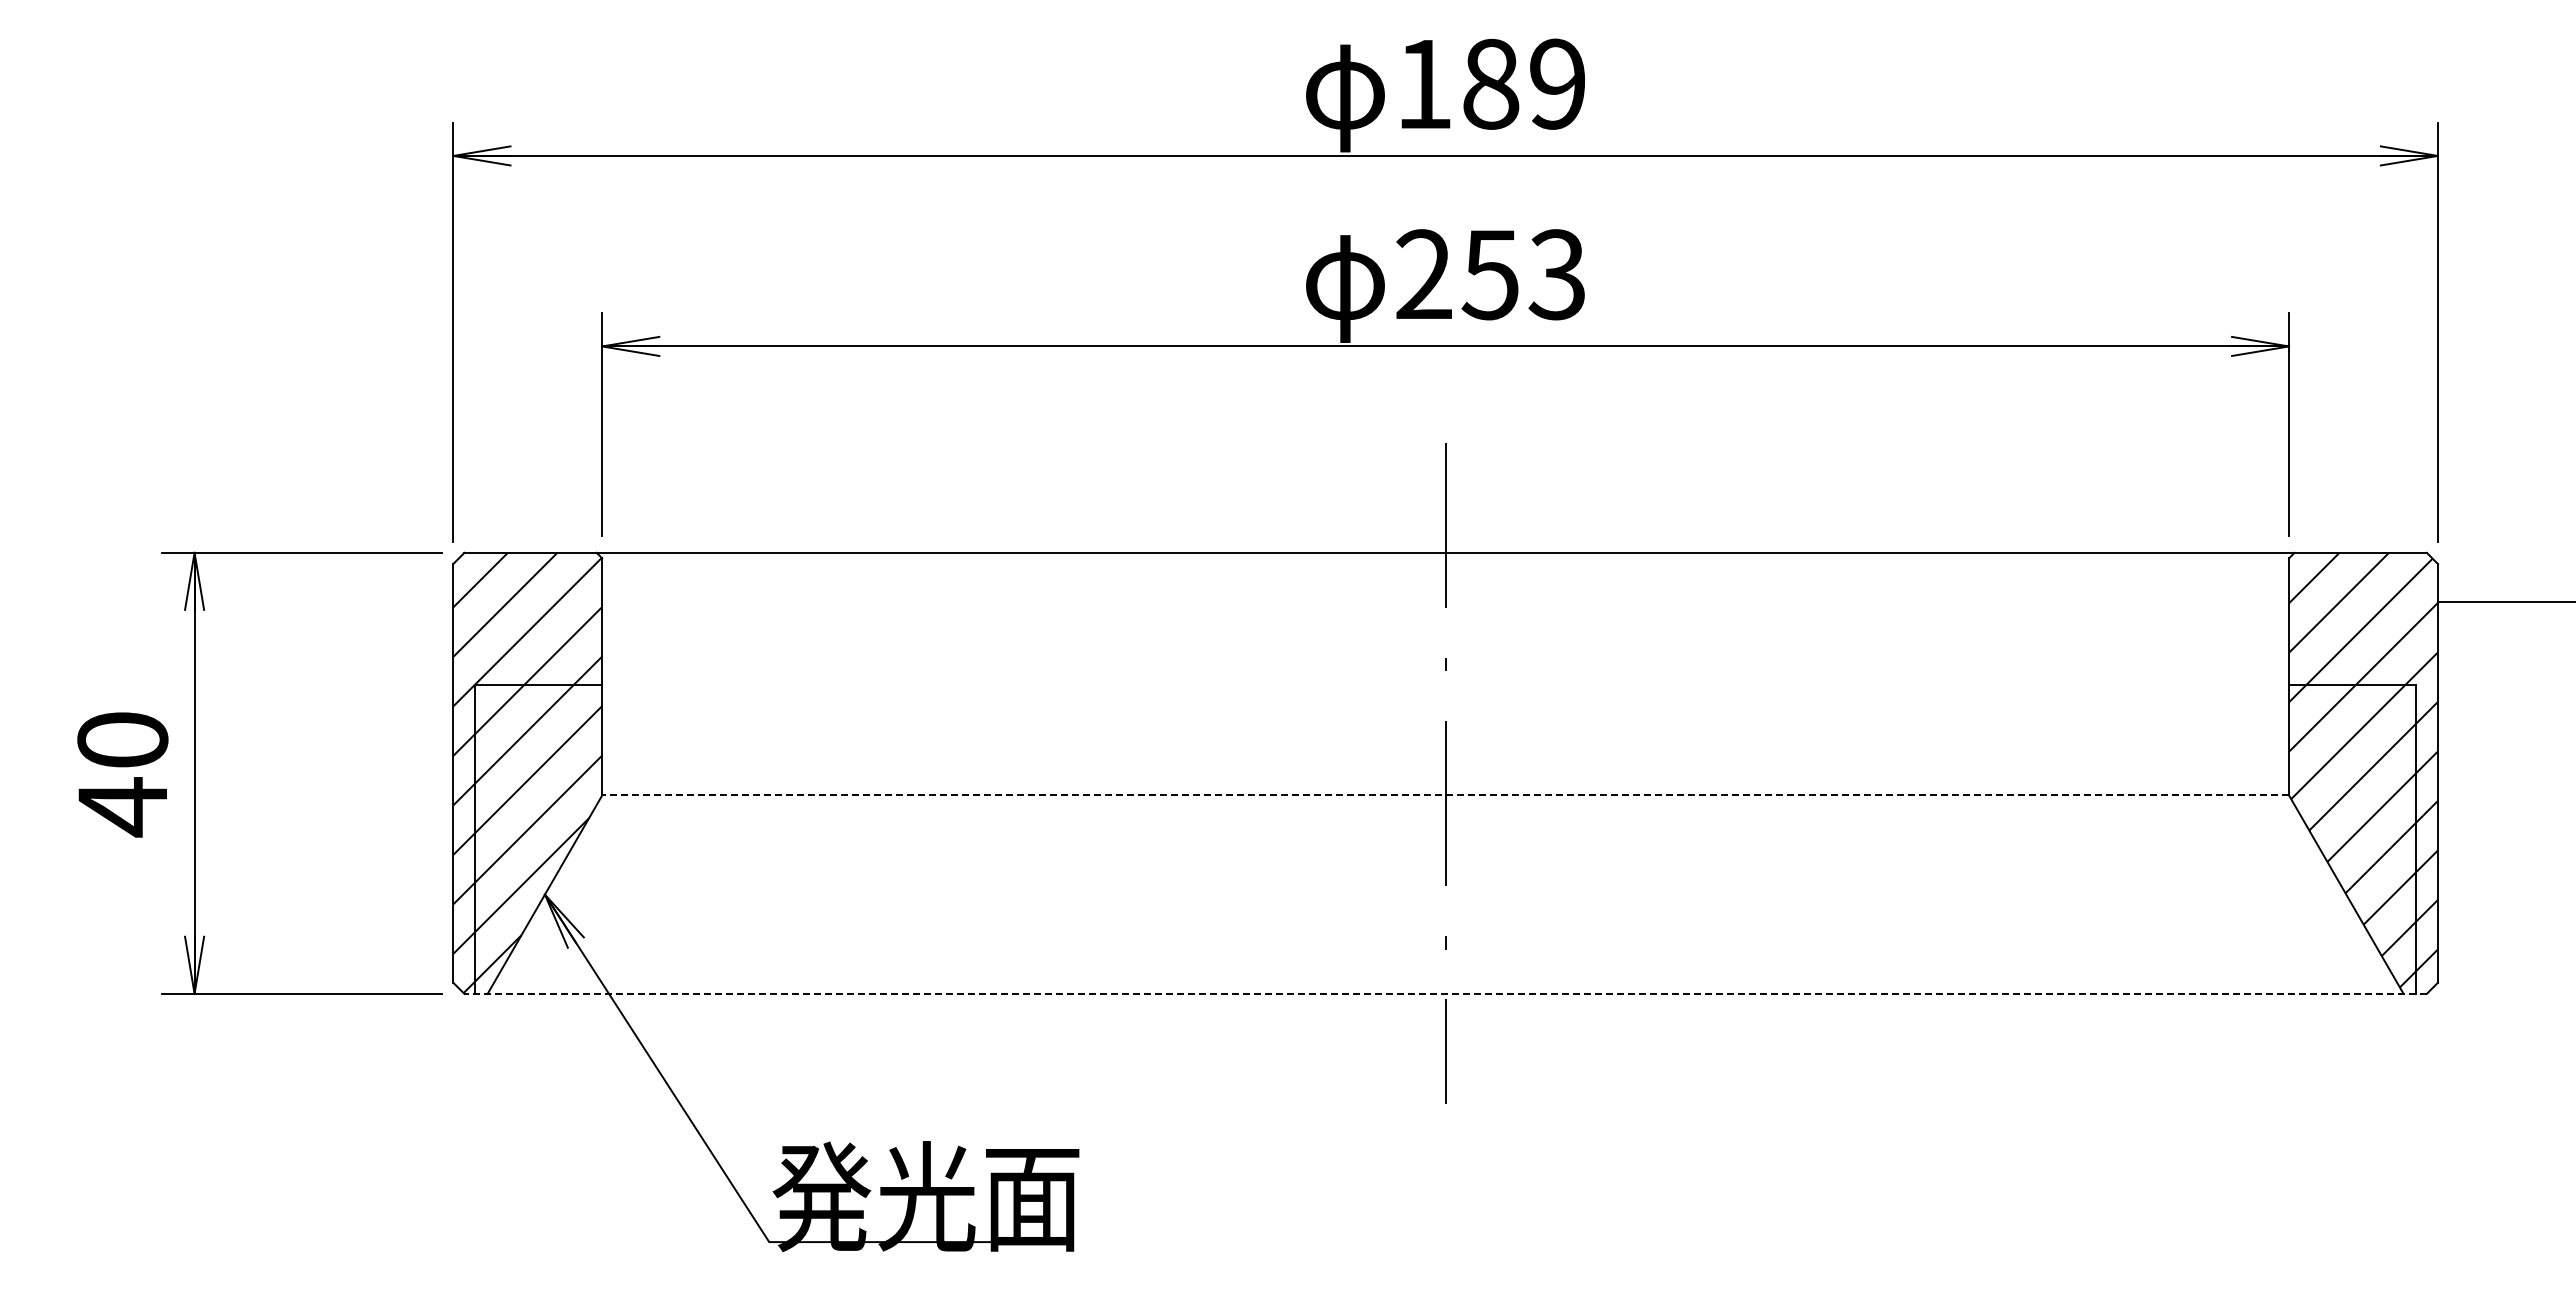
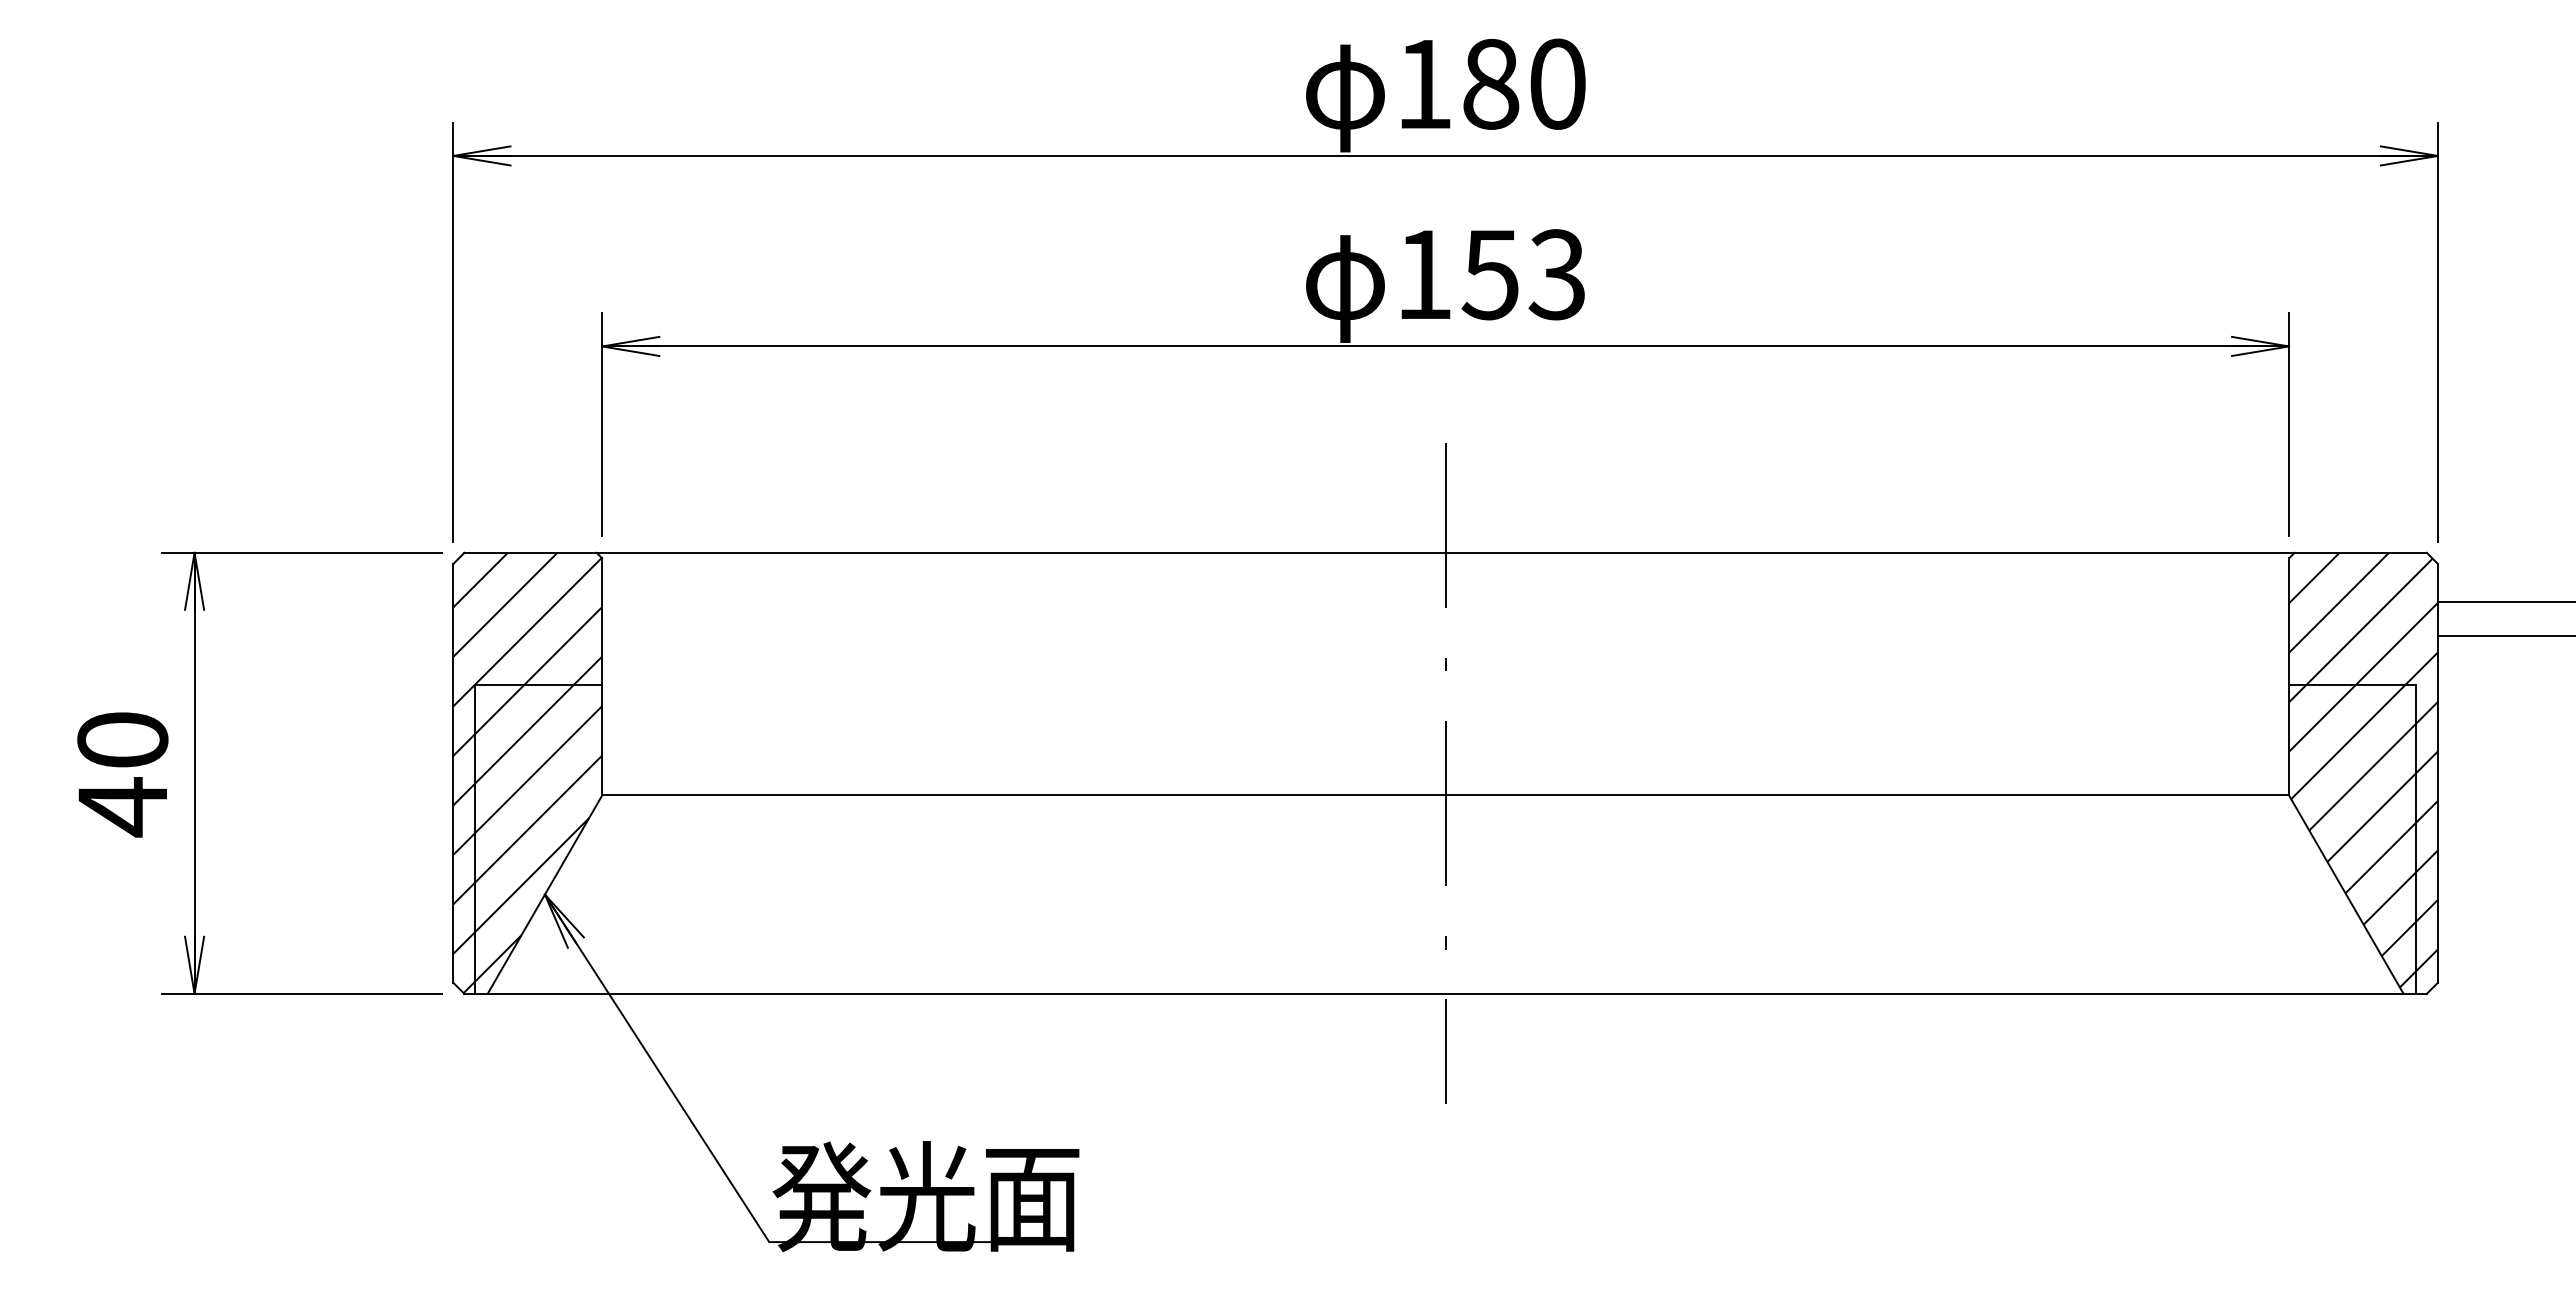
text at (1557, 83): 189 -> 180
text at (1423, 273): 253 -> 153
line at (2504, 636): none -> present
line at (1445, 795): dashed -> solid
line at (1445, 993): dashed -> solid
